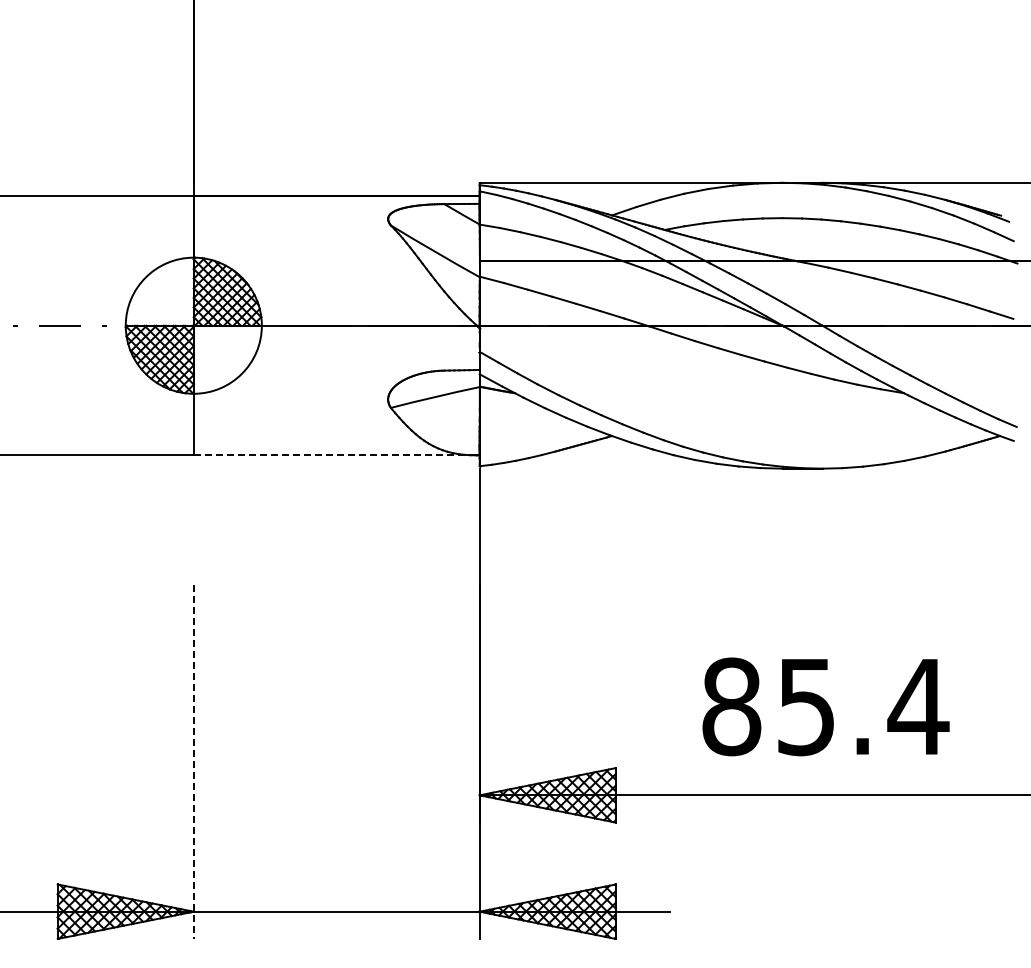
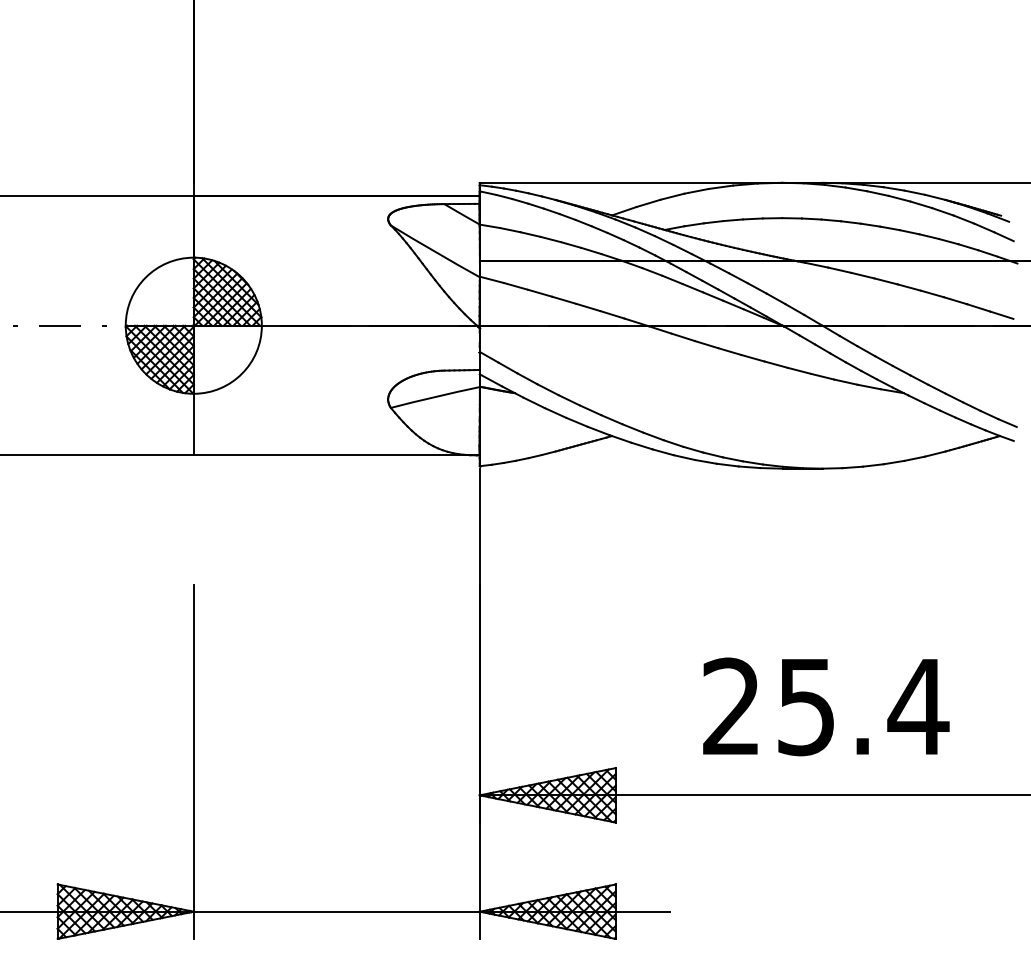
line at (335, 455): dashed -> solid
text at (731, 706): 85.4 -> 25.4
line at (193, 761): dashed -> solid
